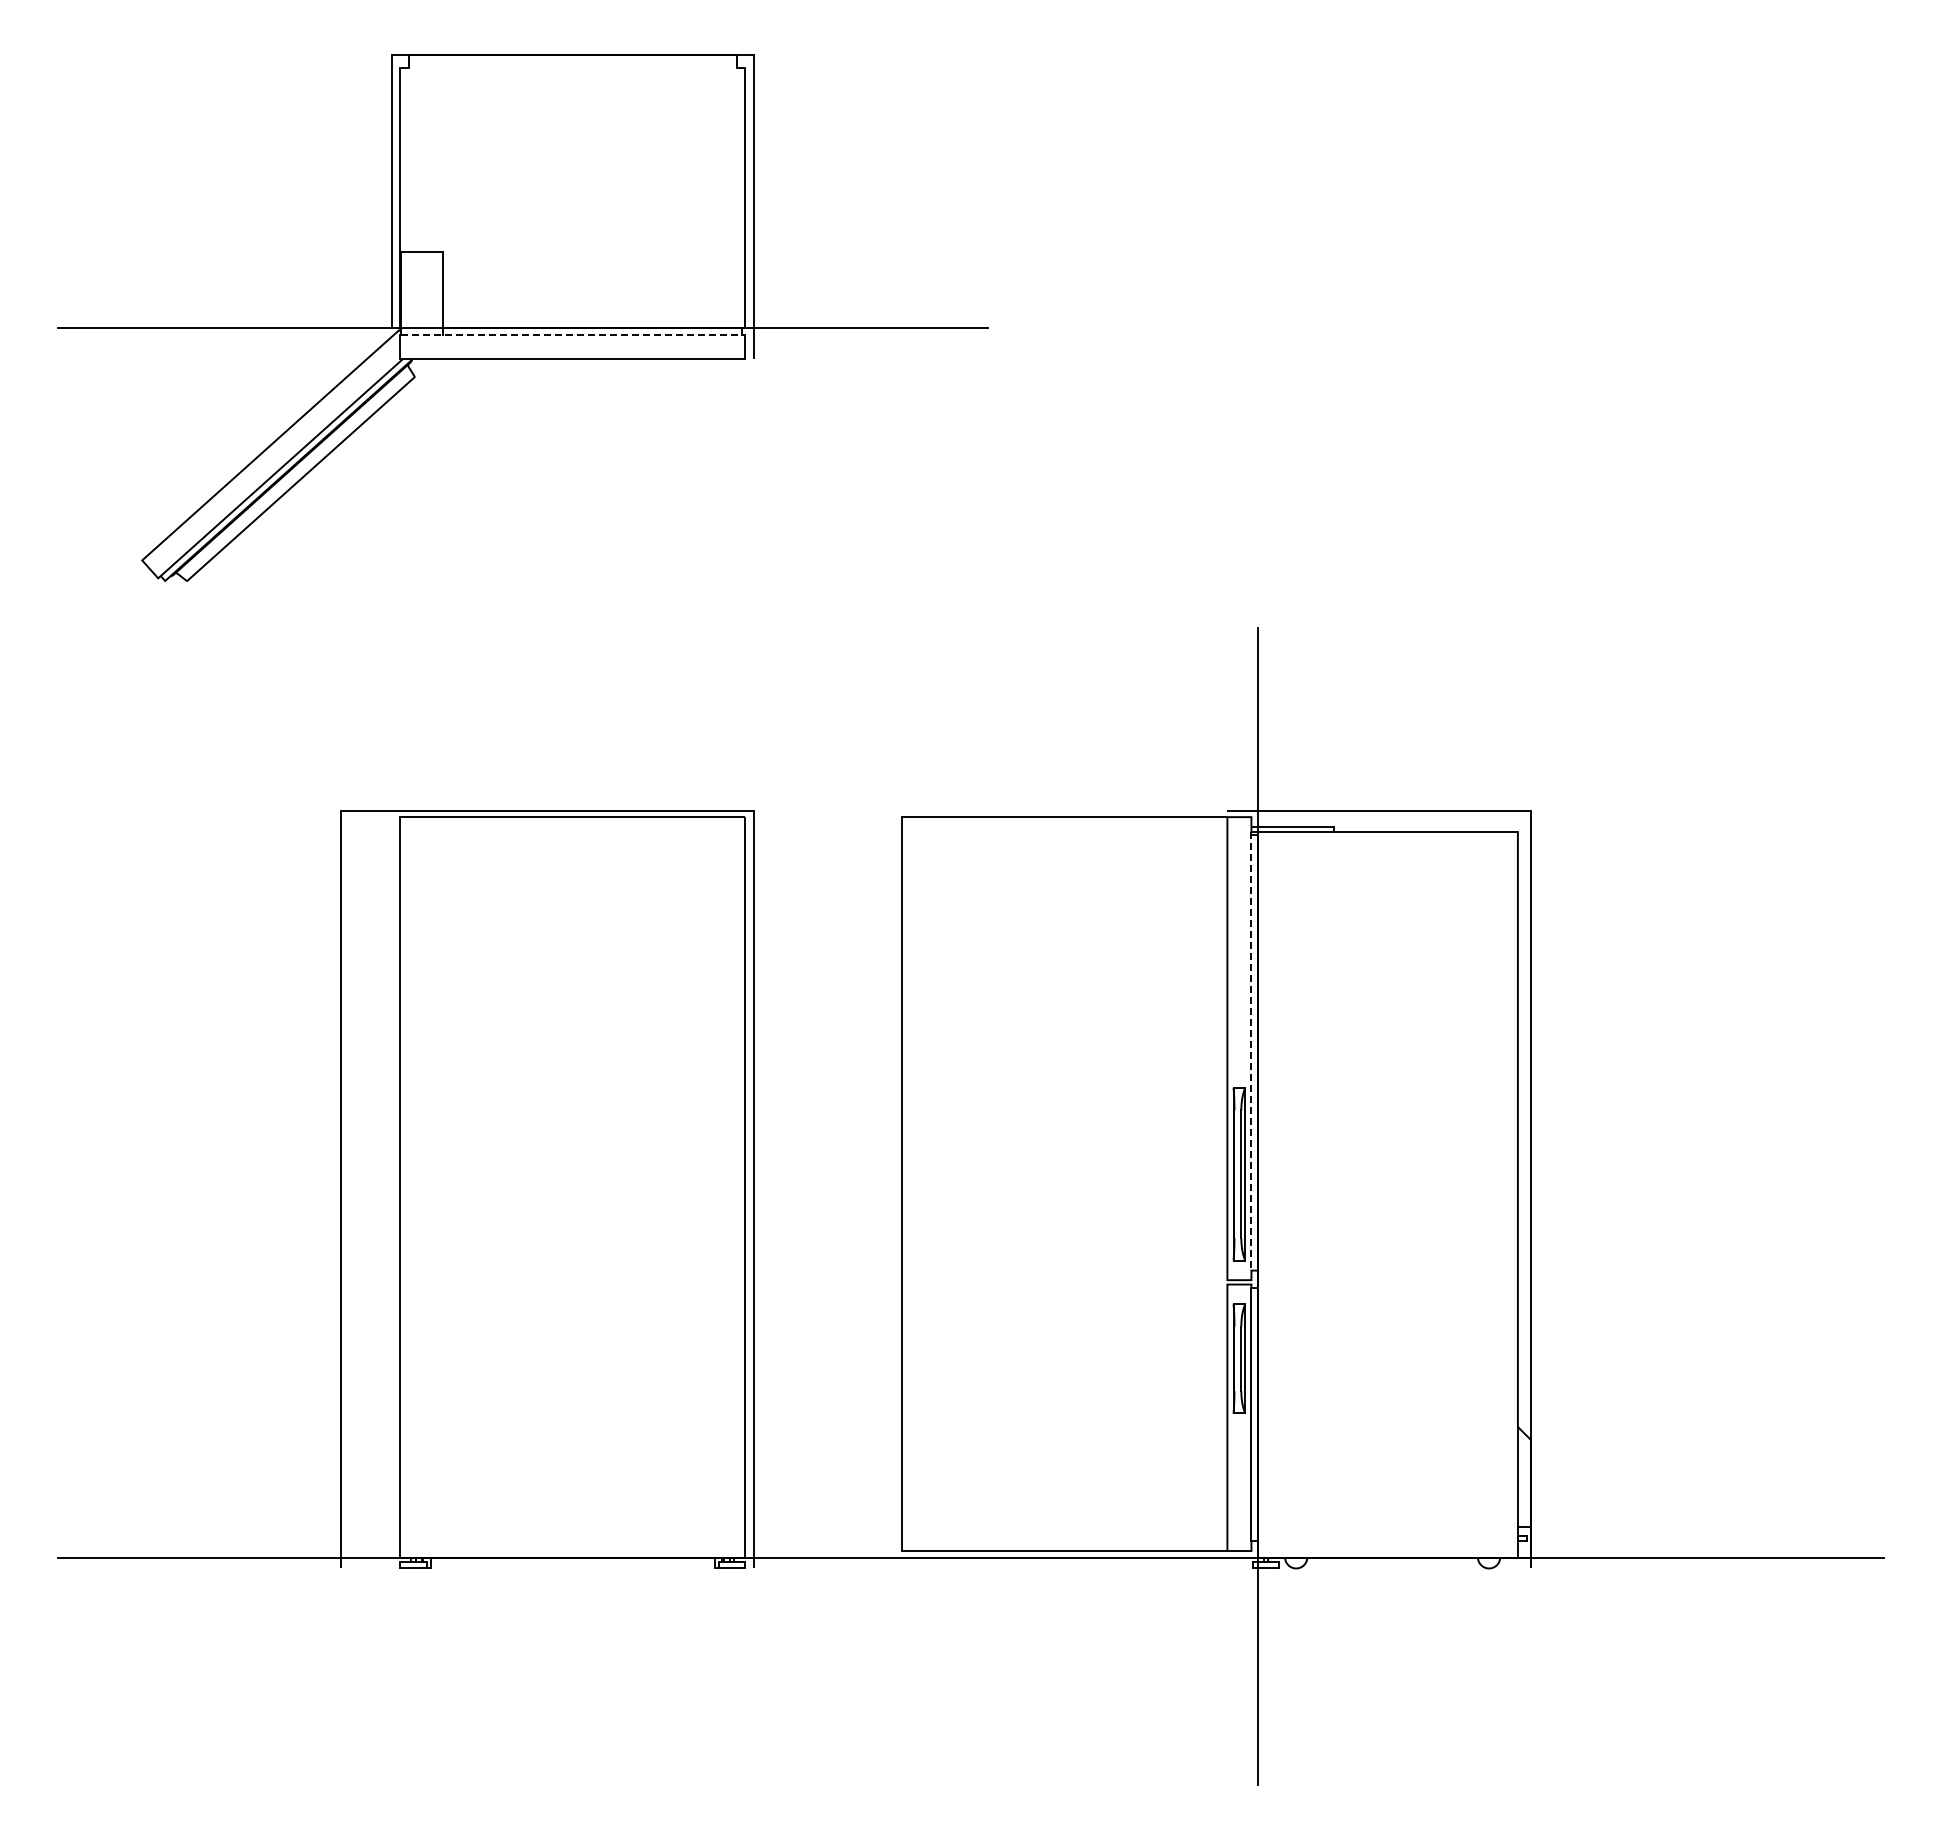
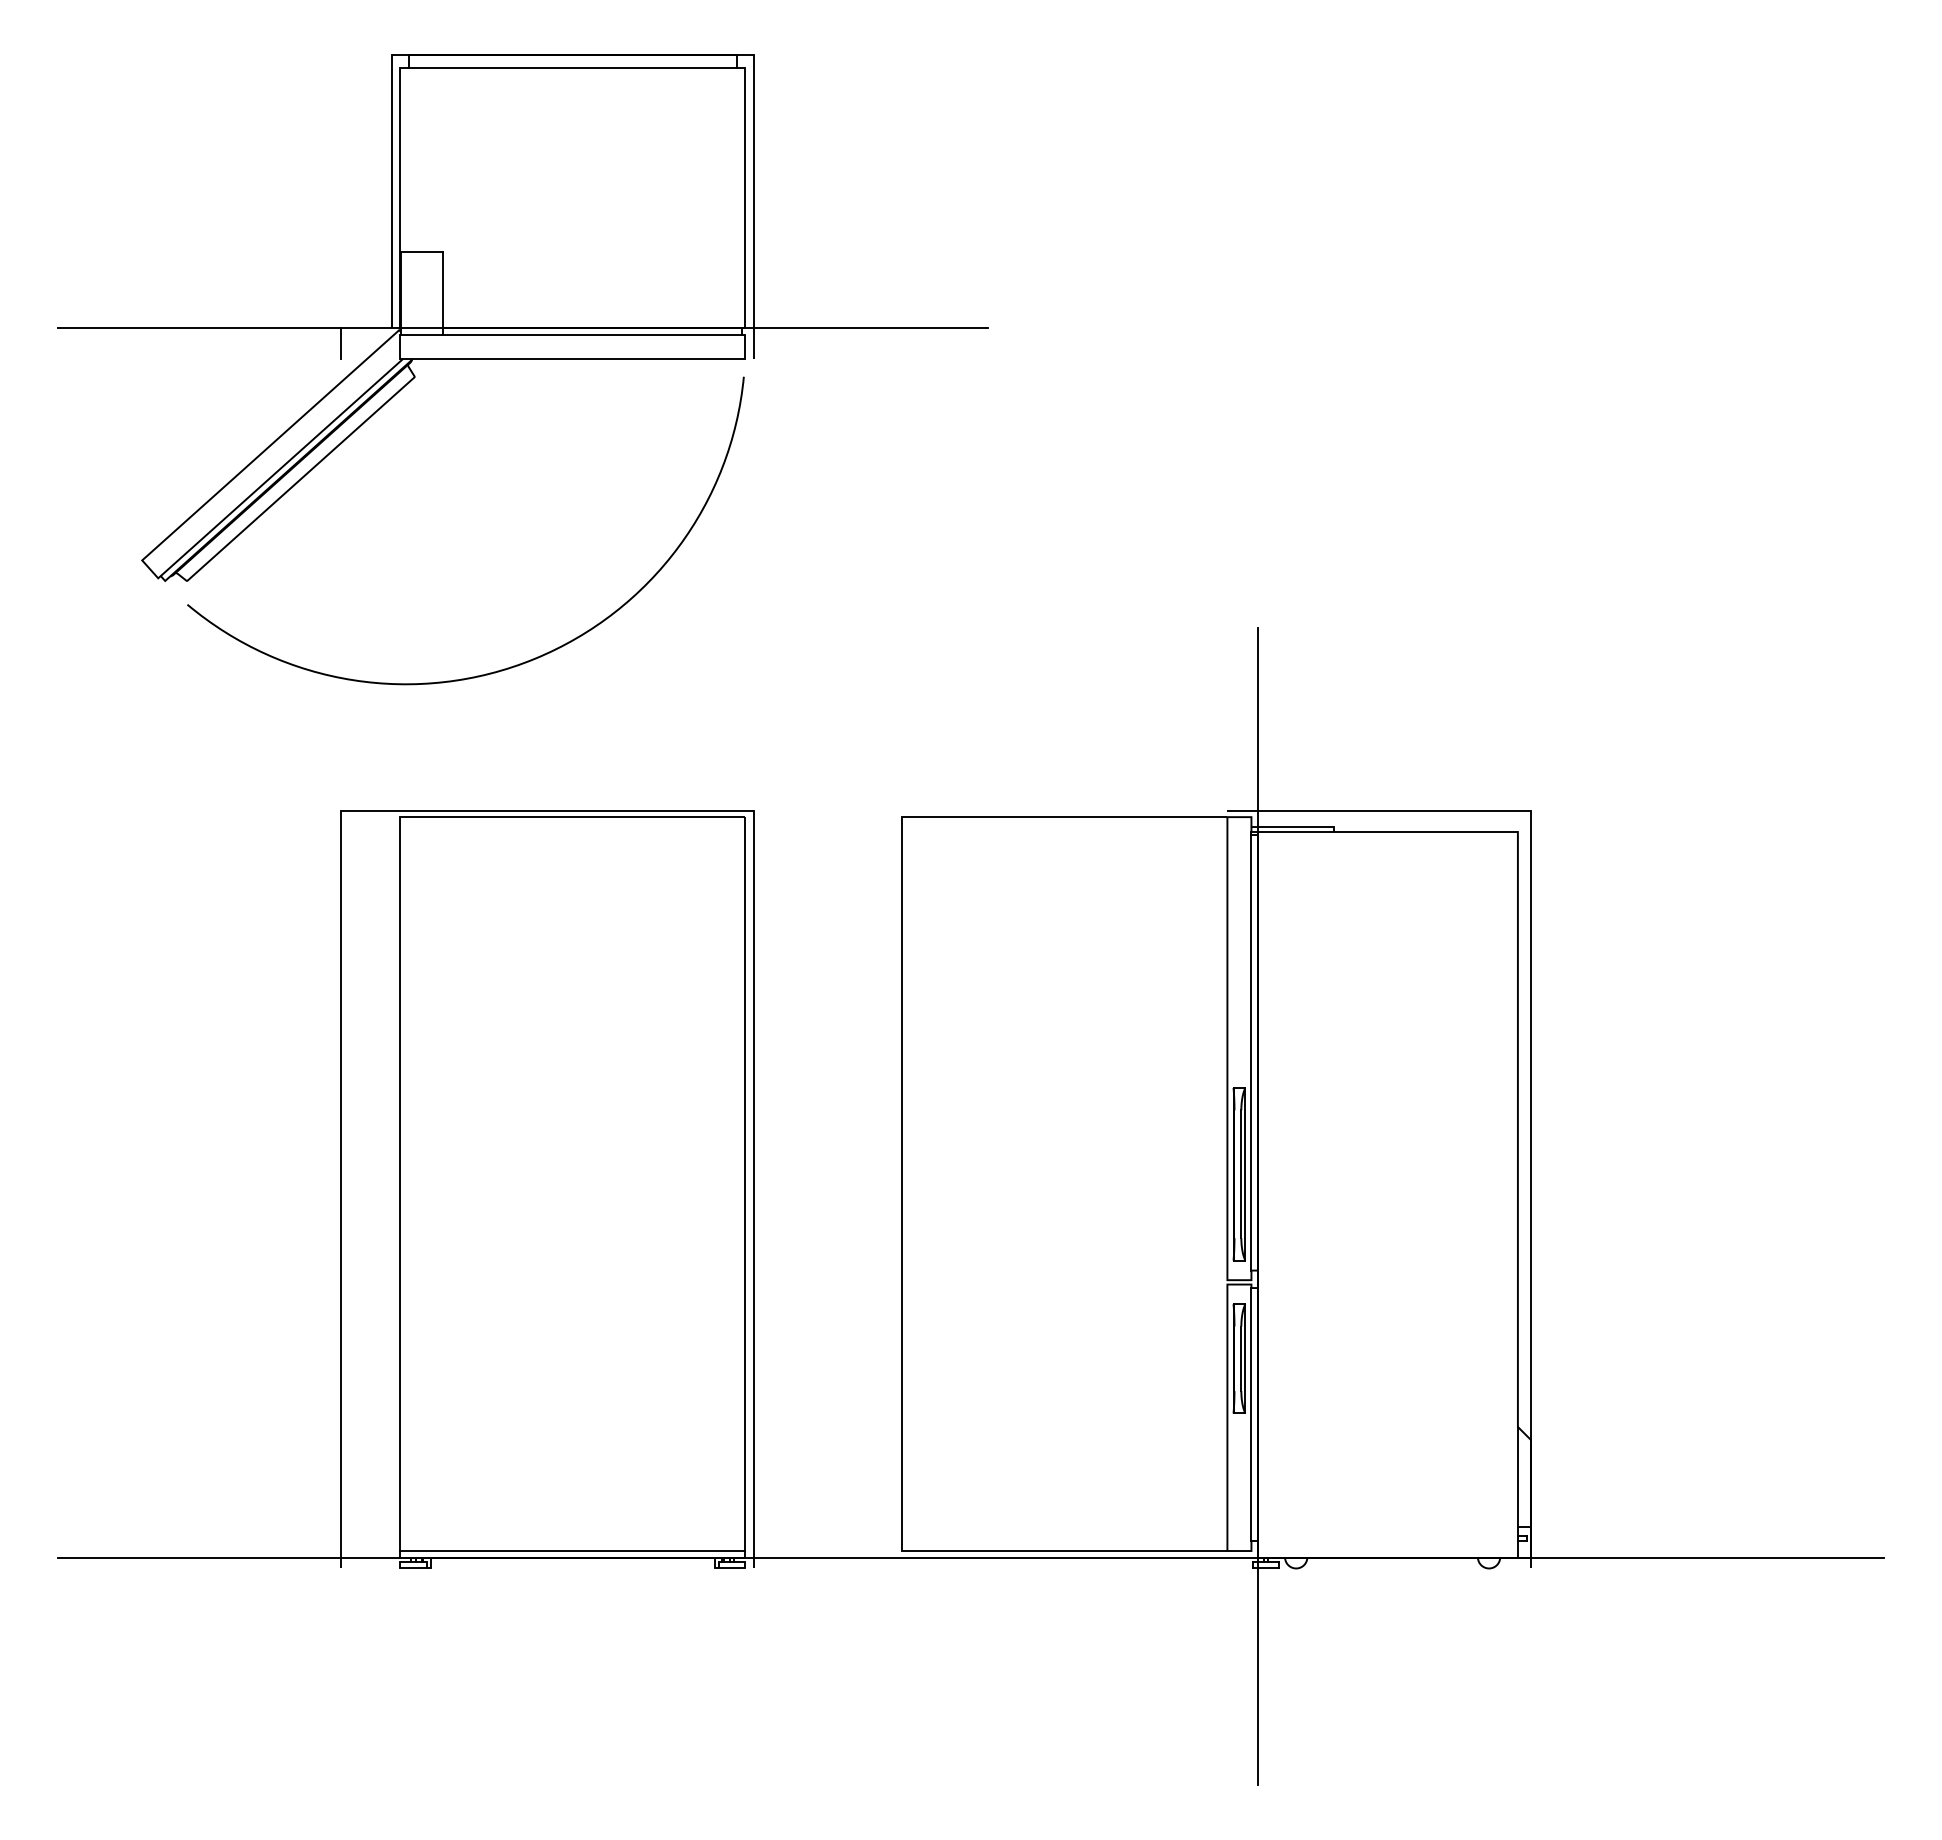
line at (572, 68): none -> present
line at (571, 334): dashed -> solid
line at (341, 343): none -> present
arc at (510, 666): none -> present
line at (1251, 1051): dashed -> solid
line at (572, 1551): none -> present
